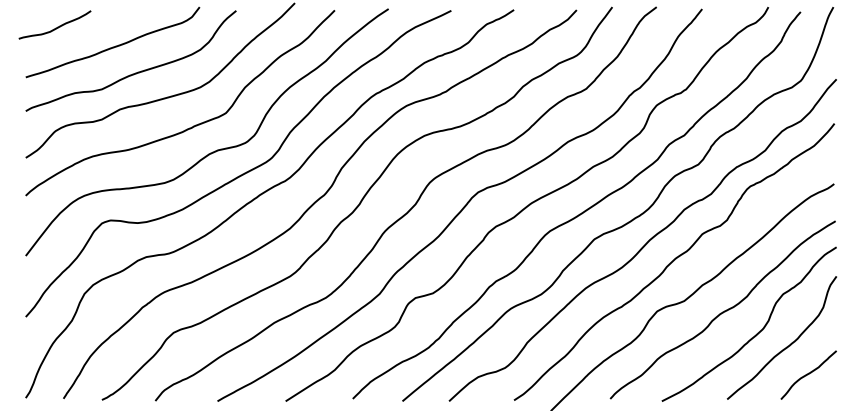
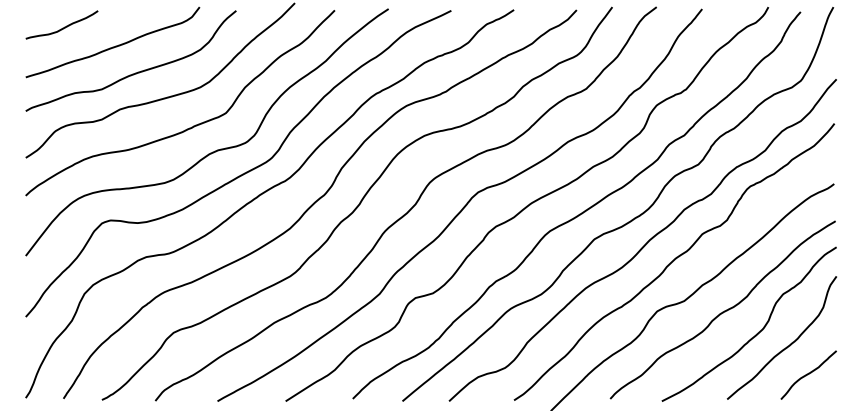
curve at (55, 27) position: (55, 27) -> (62, 27)
